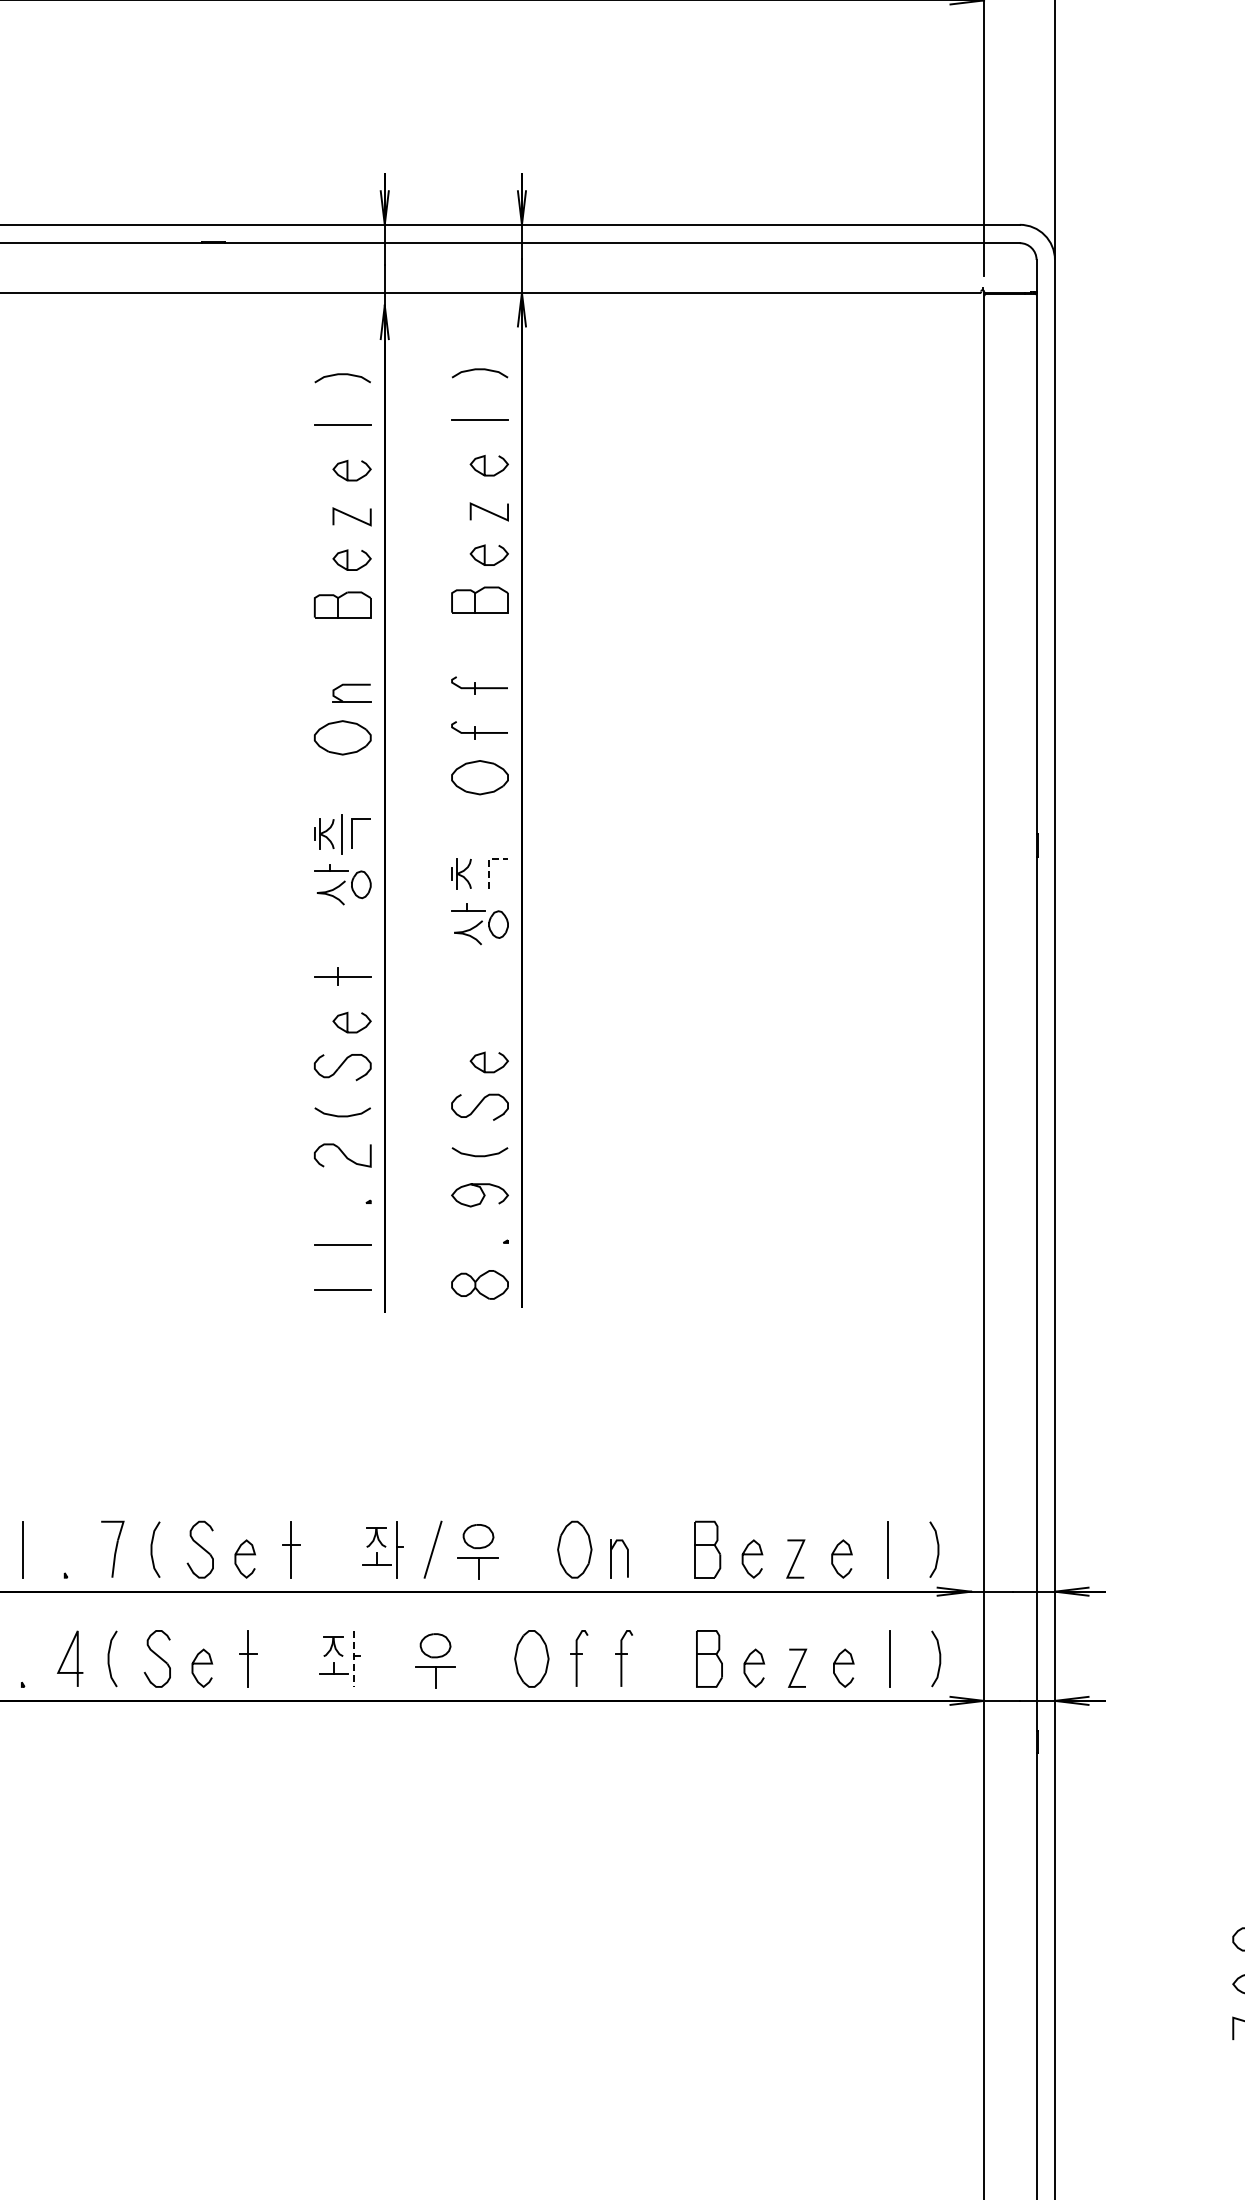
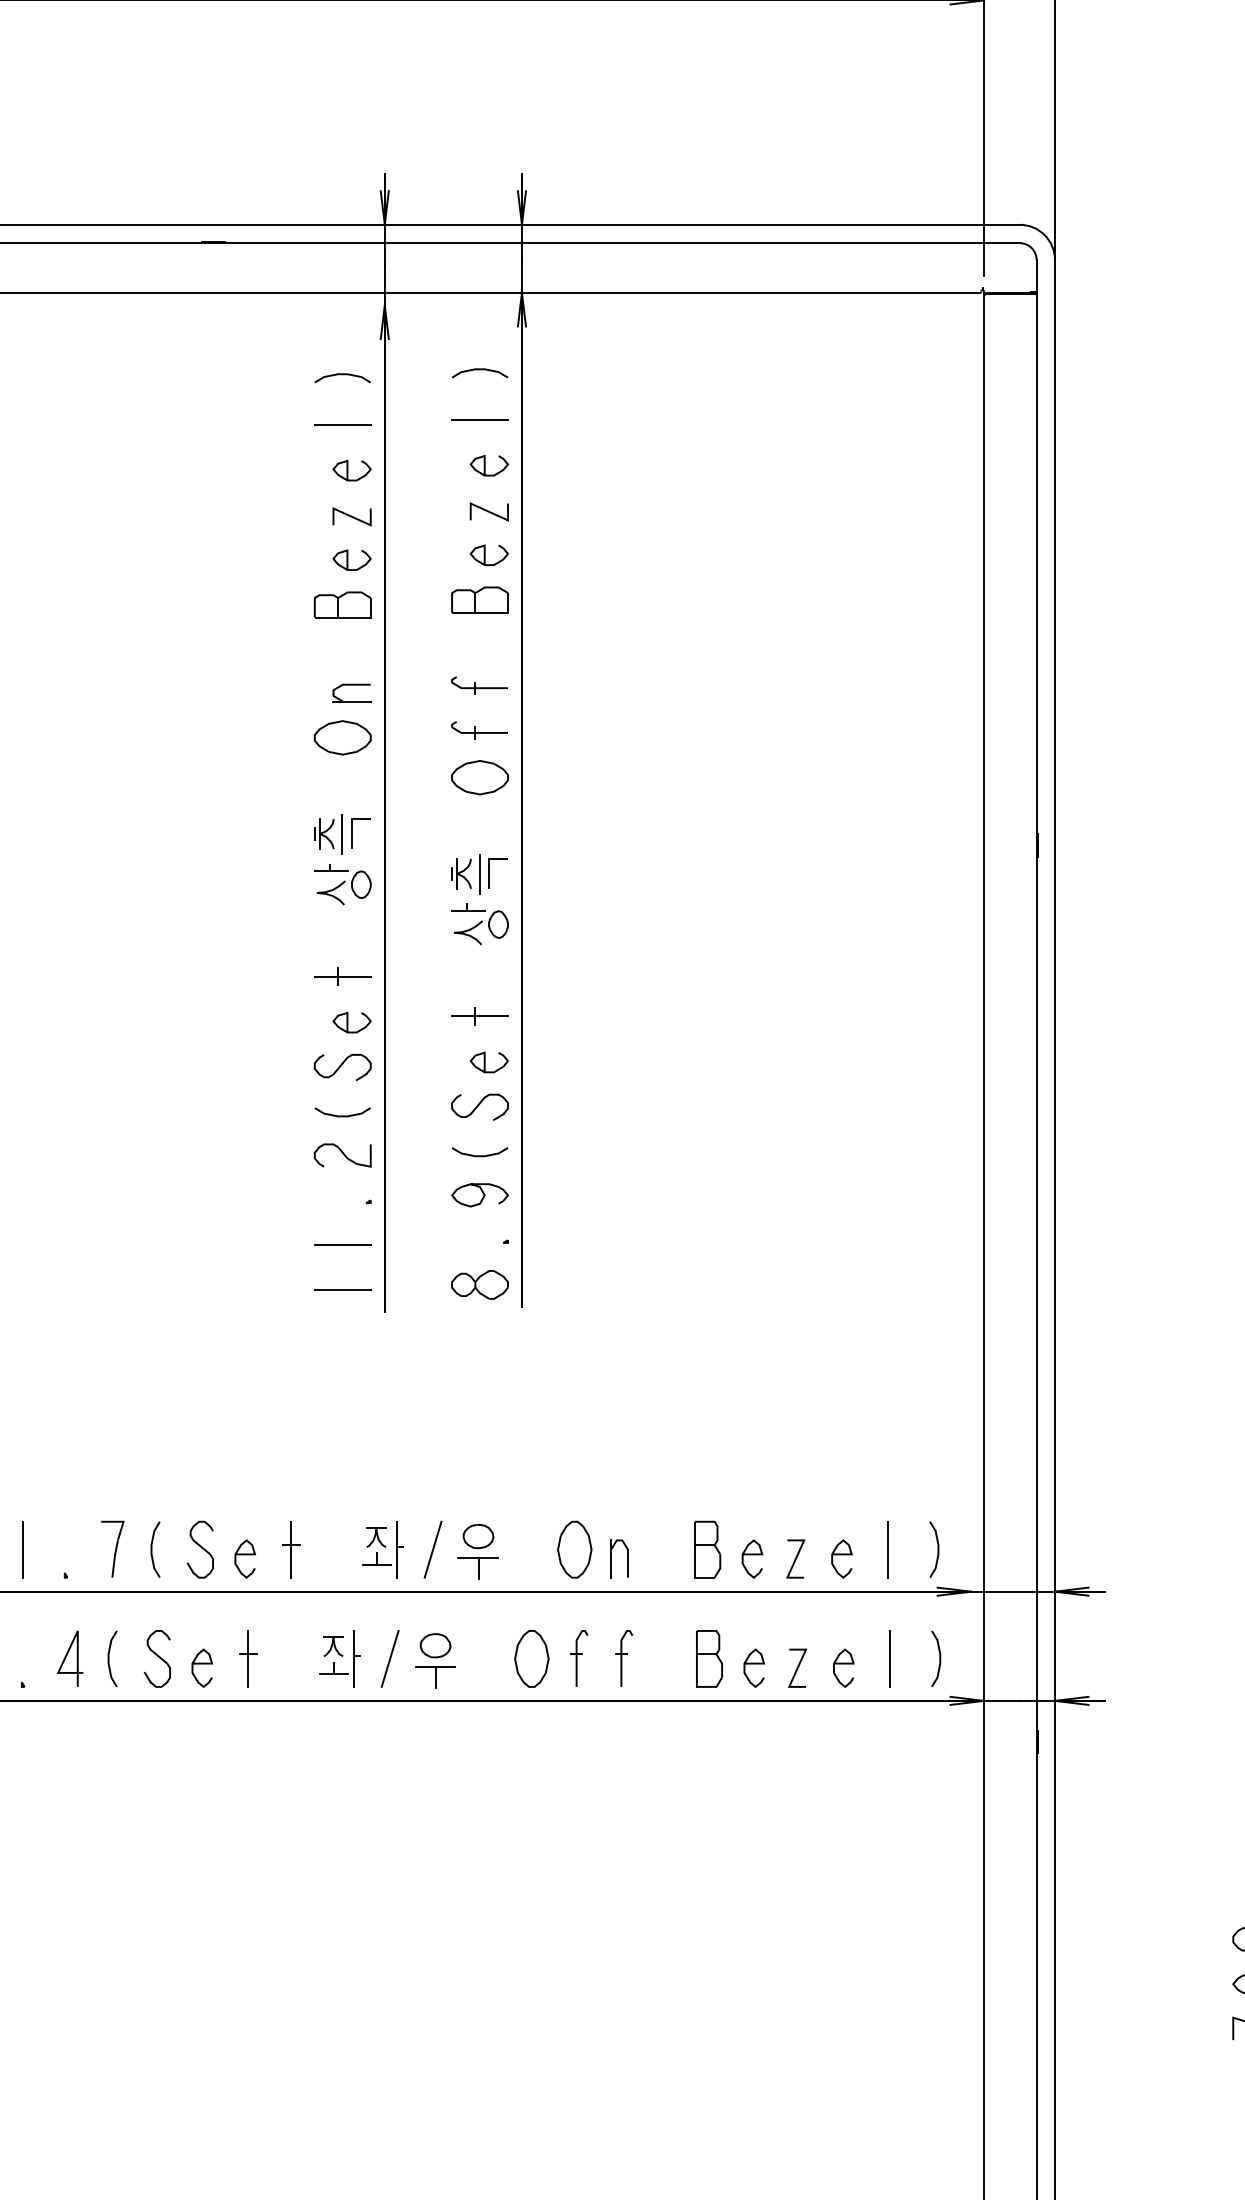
line at (489, 863): dashed -> solid
line at (479, 874): none -> present
part at (479, 1016): none -> present
line at (353, 1658): dashed -> solid
line at (389, 1658): none -> present
